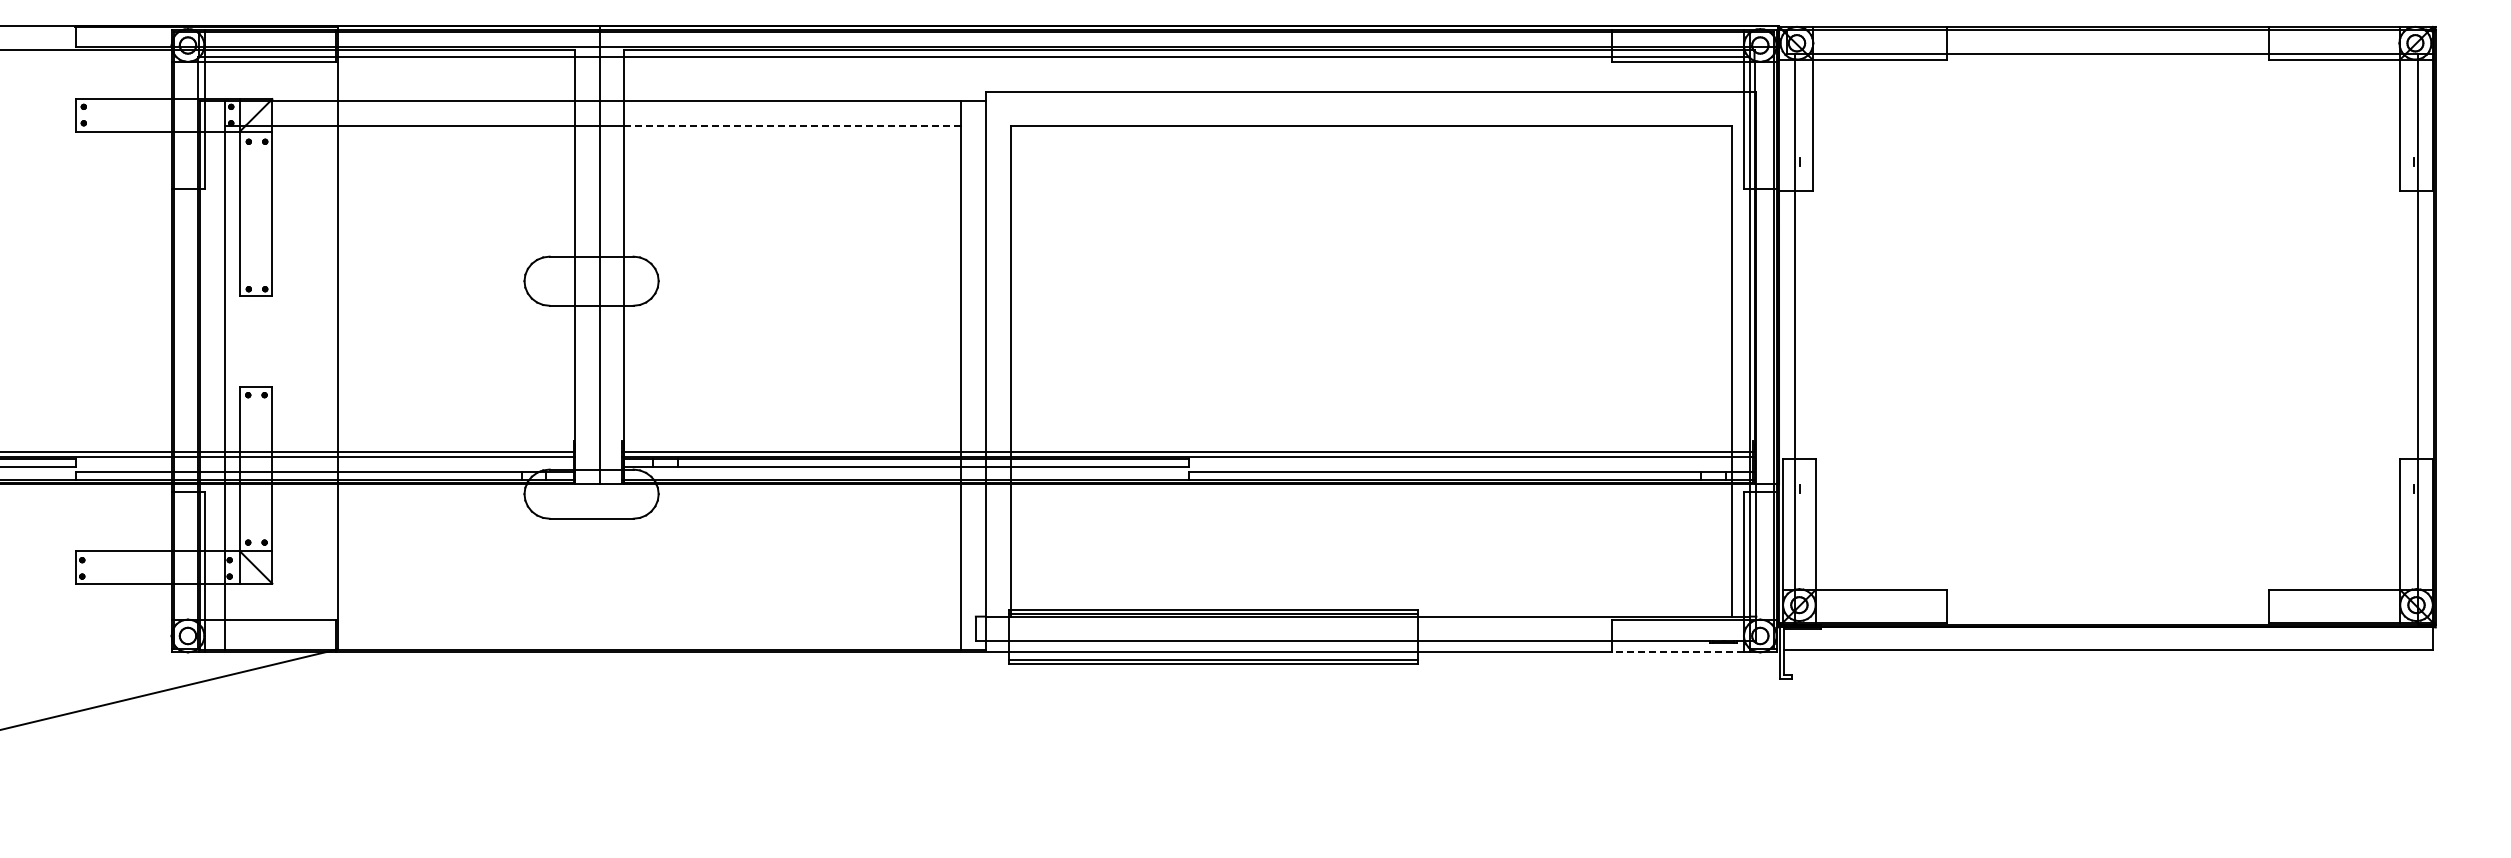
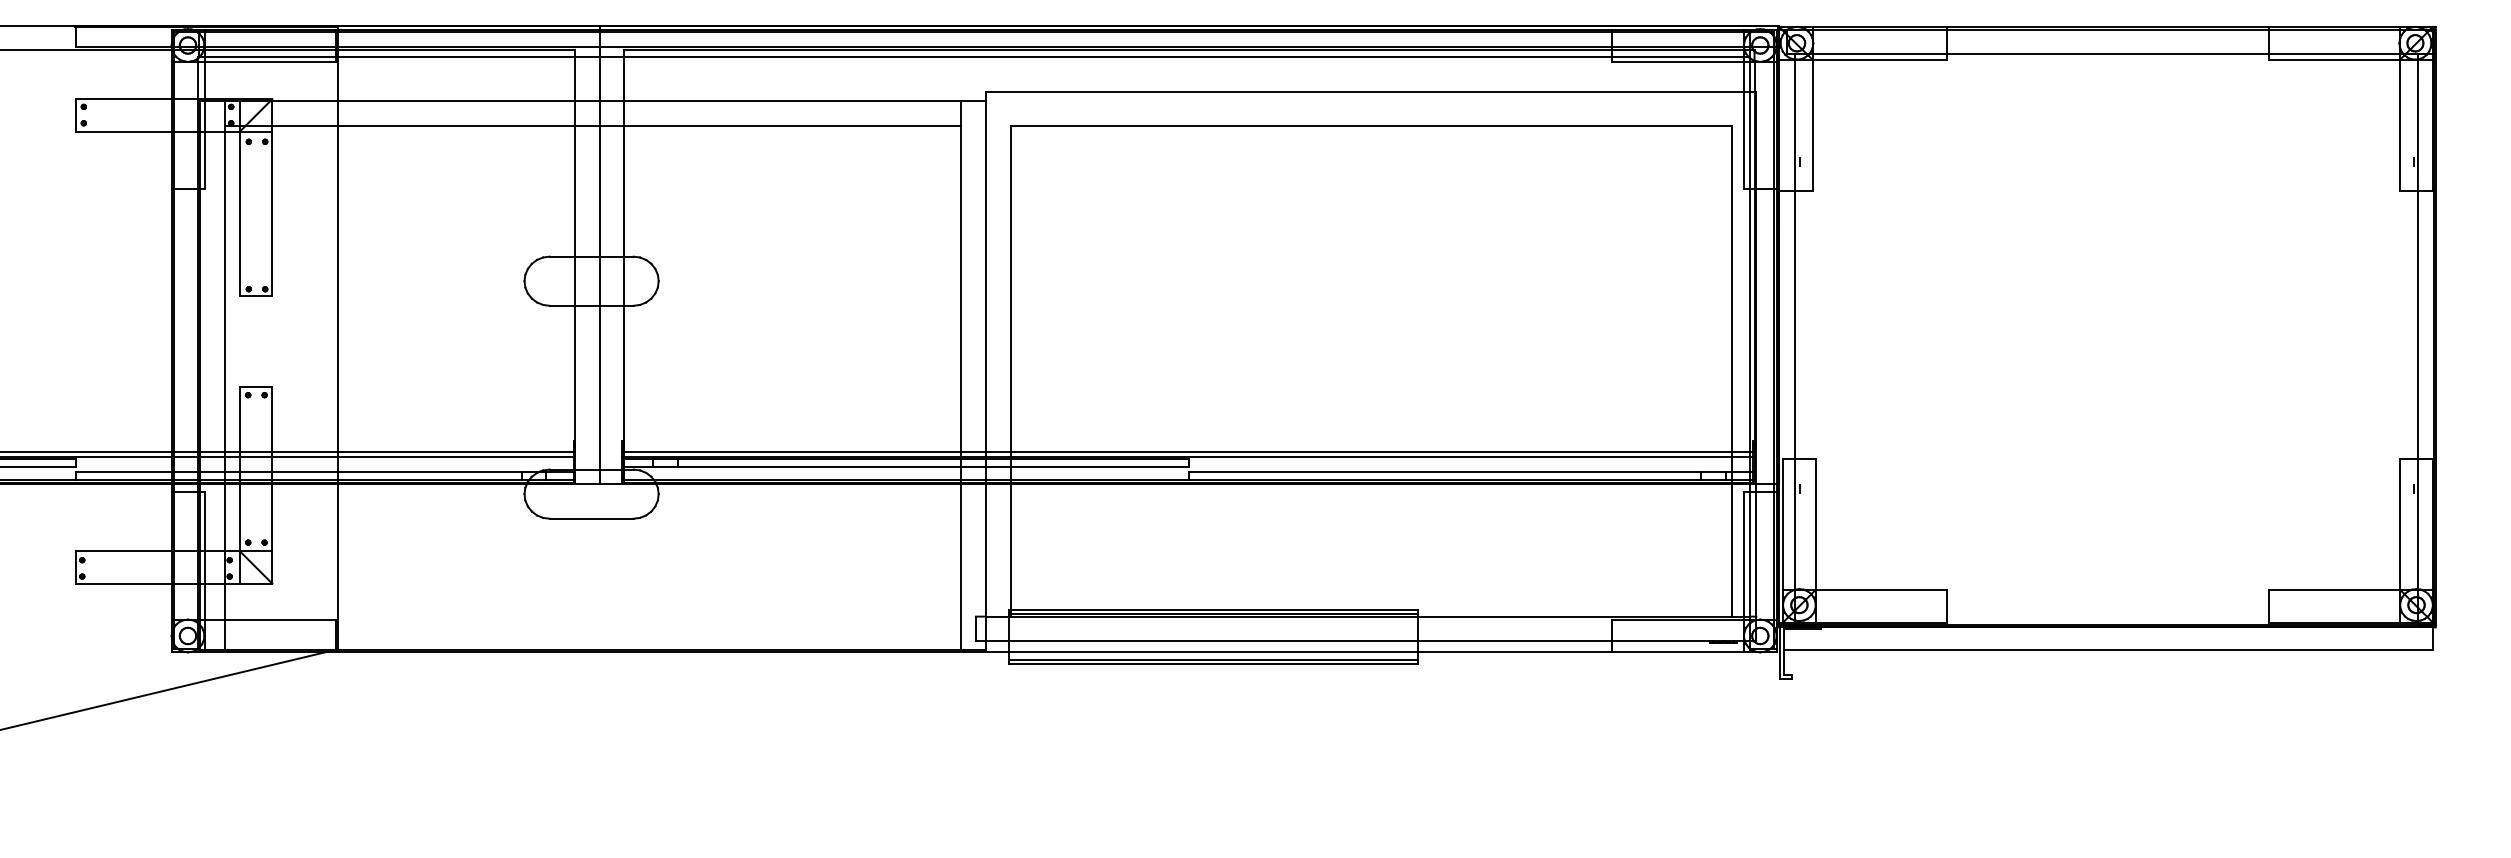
line at (793, 125): dashed -> solid
line at (1677, 651): dashed -> solid
